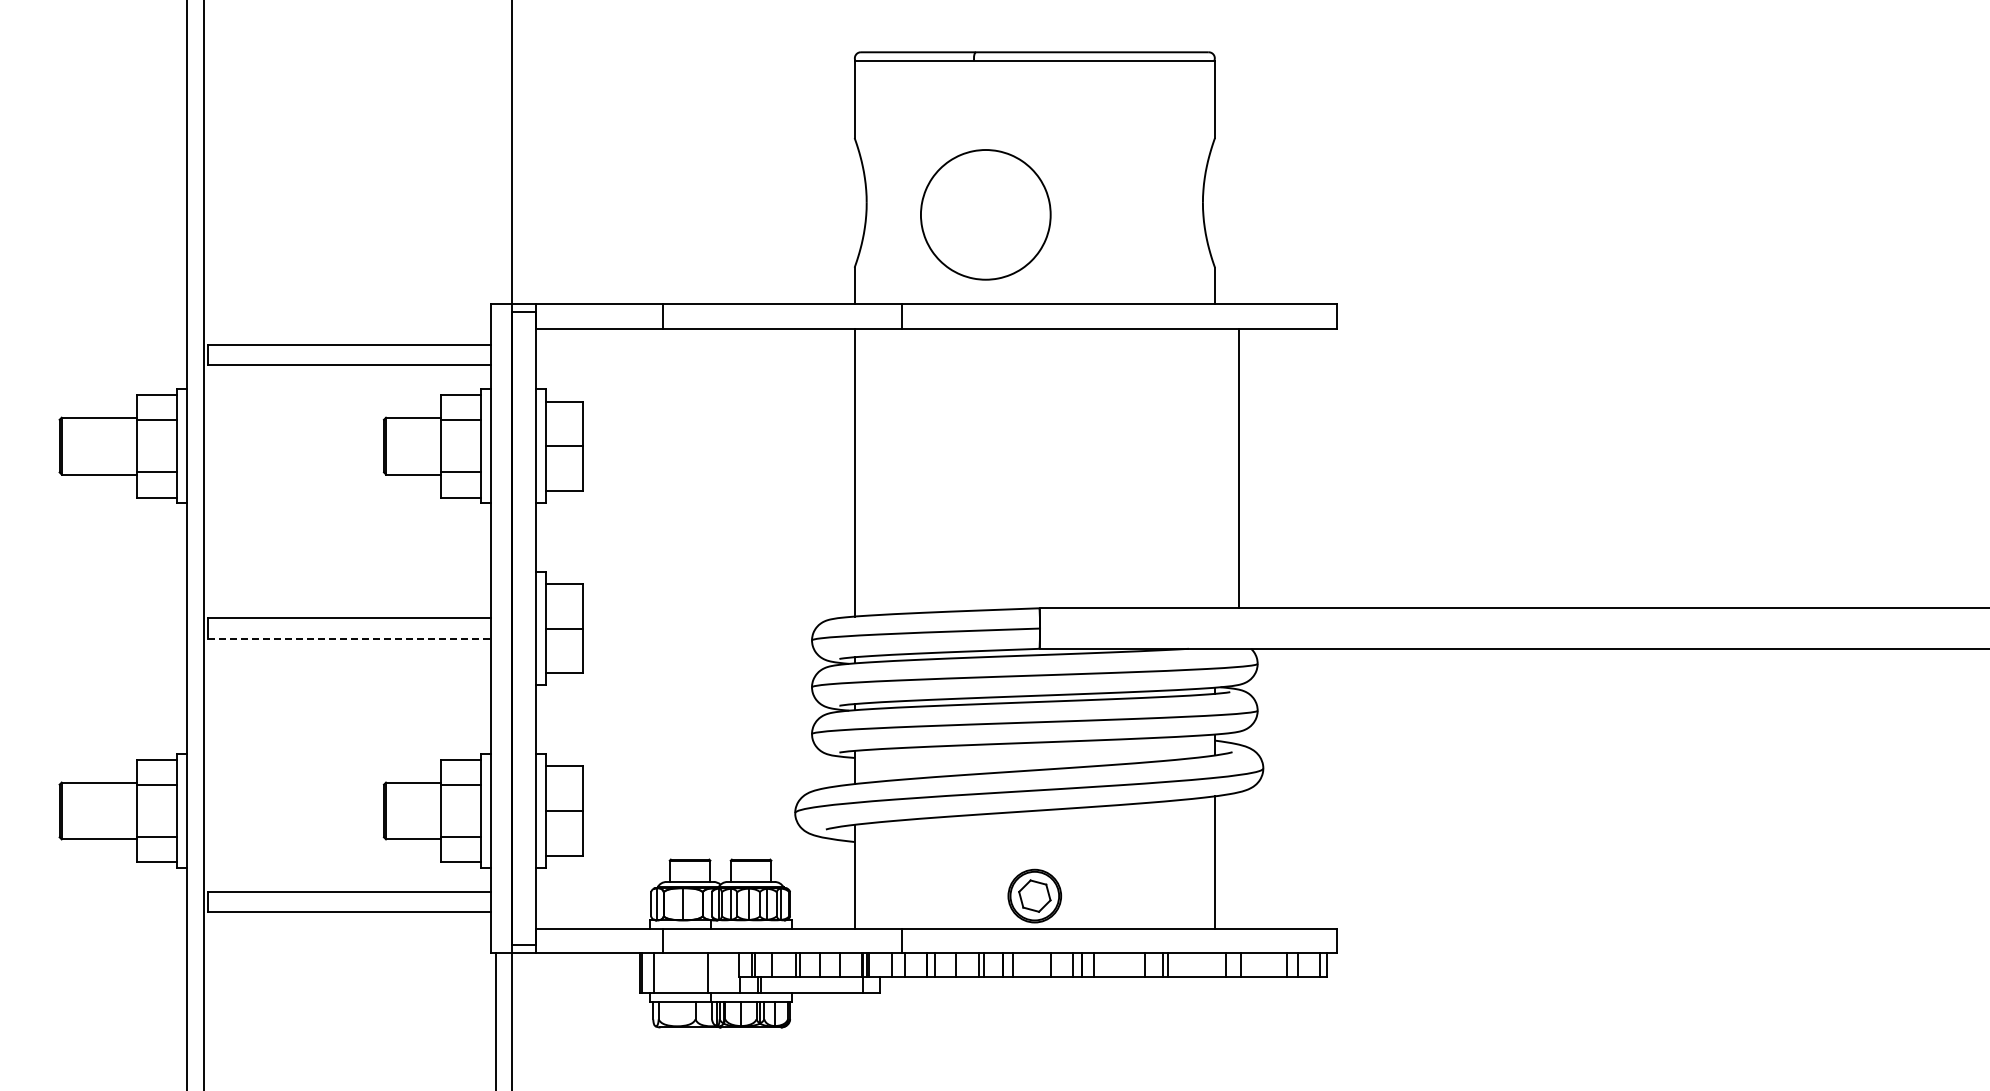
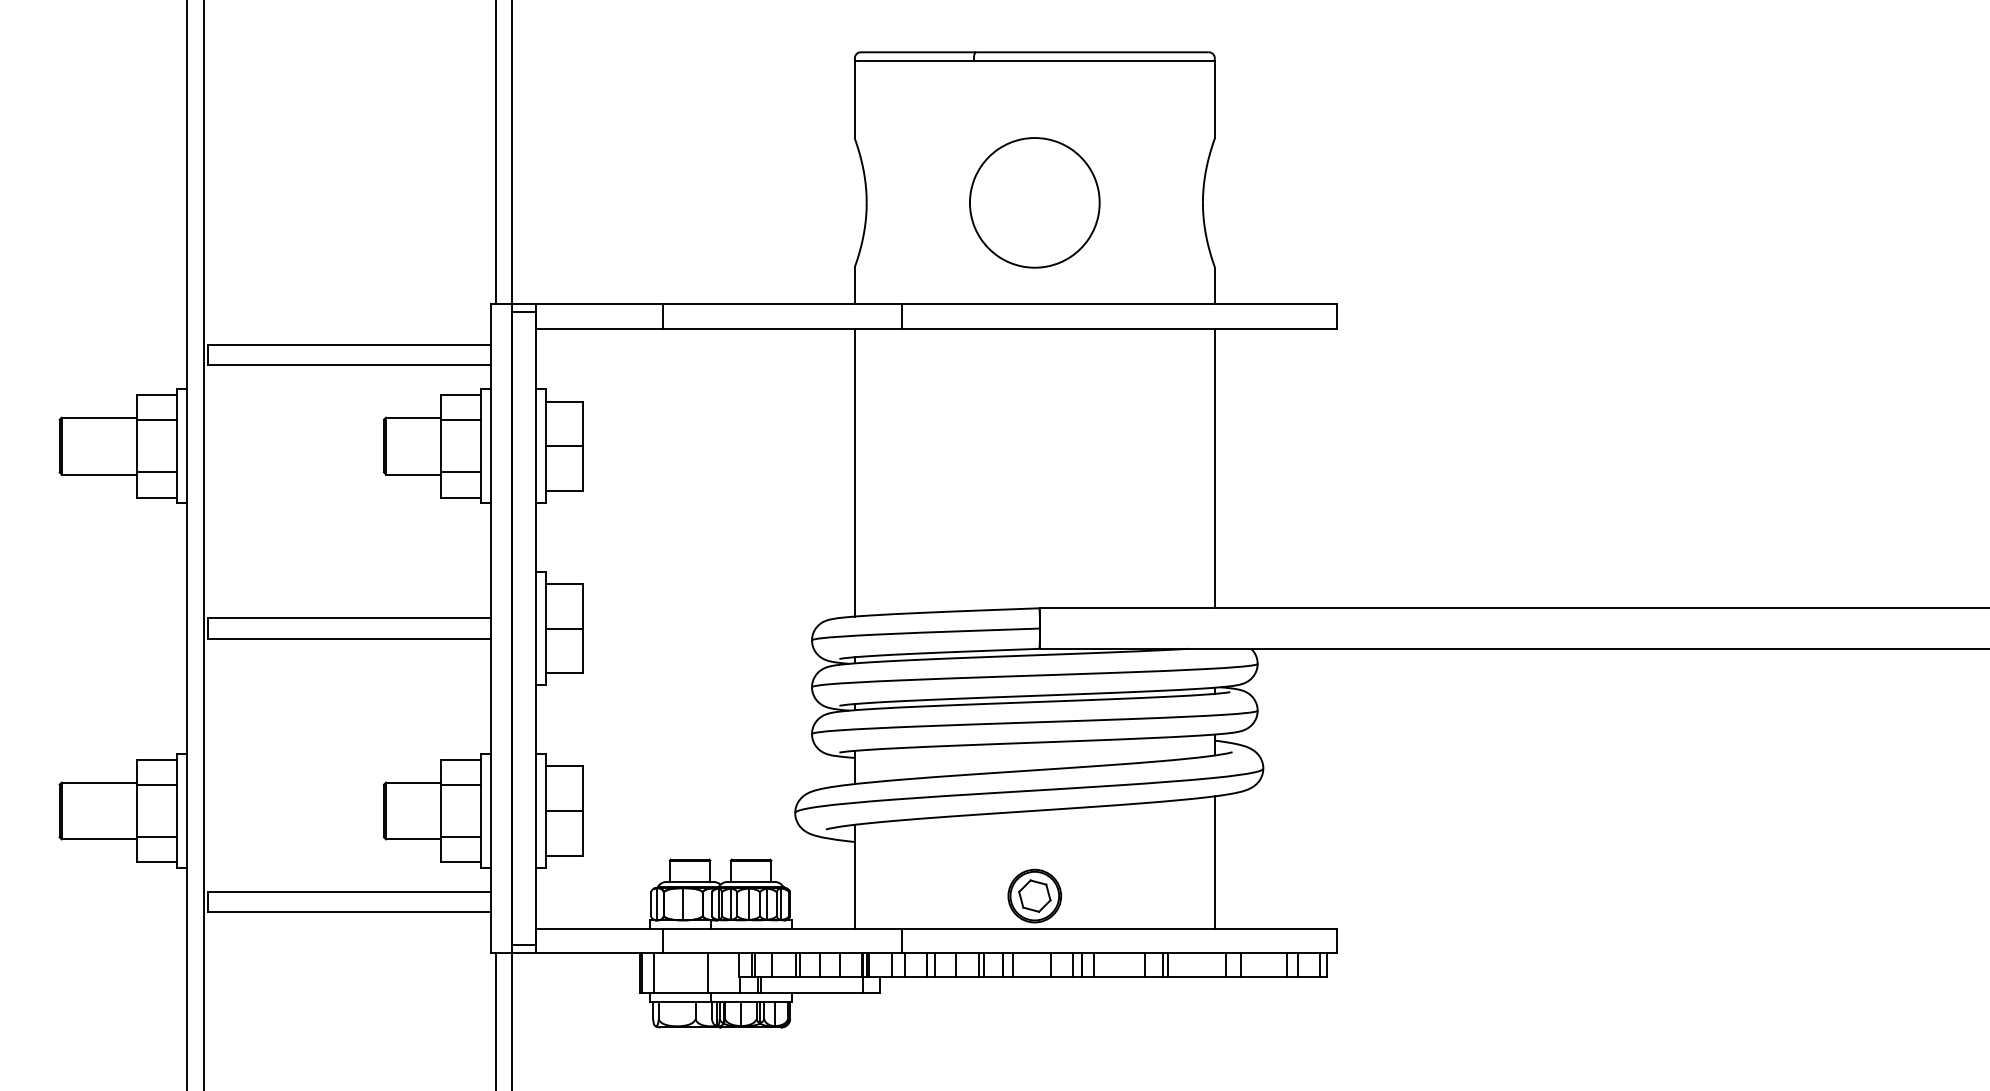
line at (495, 153): none -> present
part at (985, 214) position: (985, 214) -> (1034, 202)
line at (1239, 468) position: (1239, 468) -> (1215, 468)
line at (349, 638): dashed -> solid
